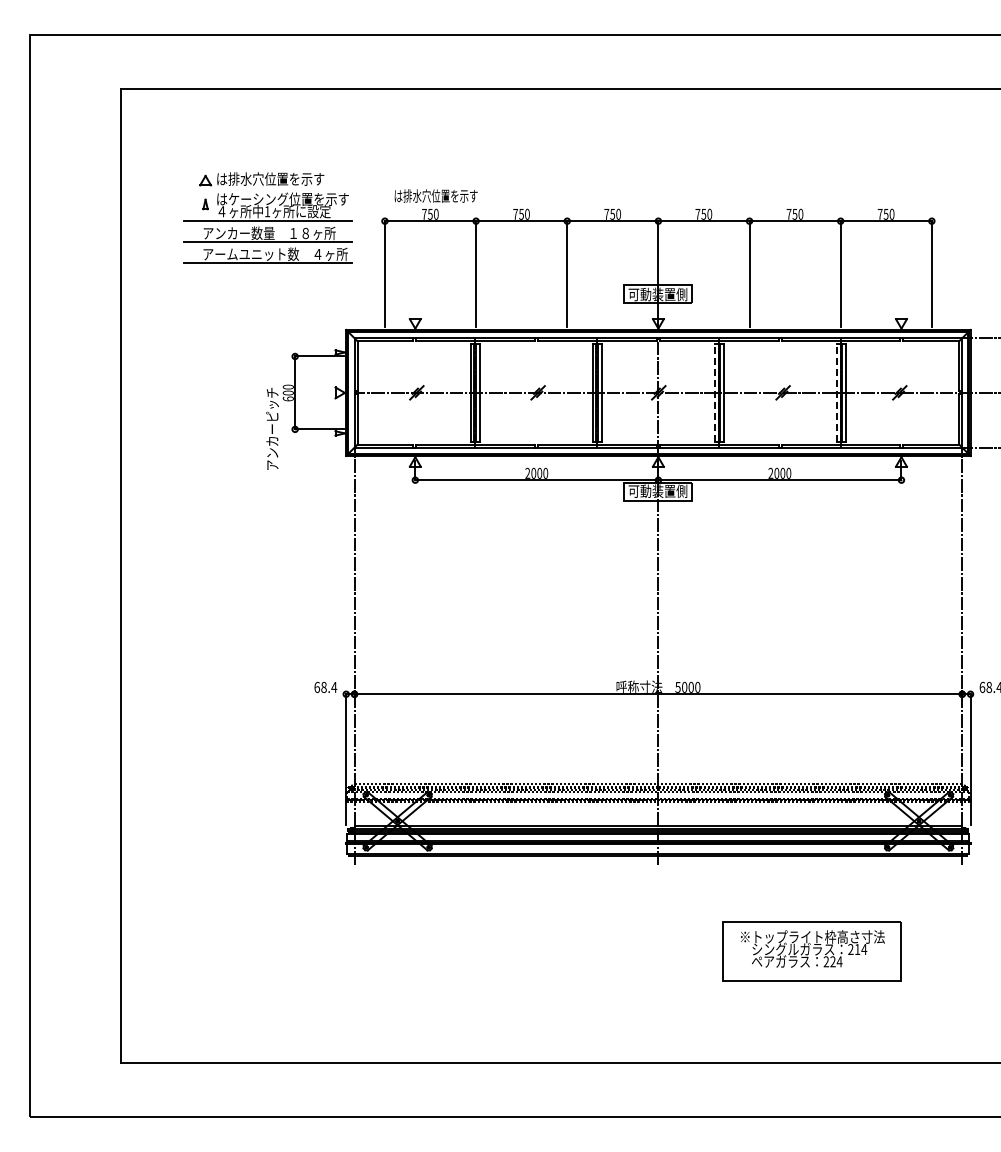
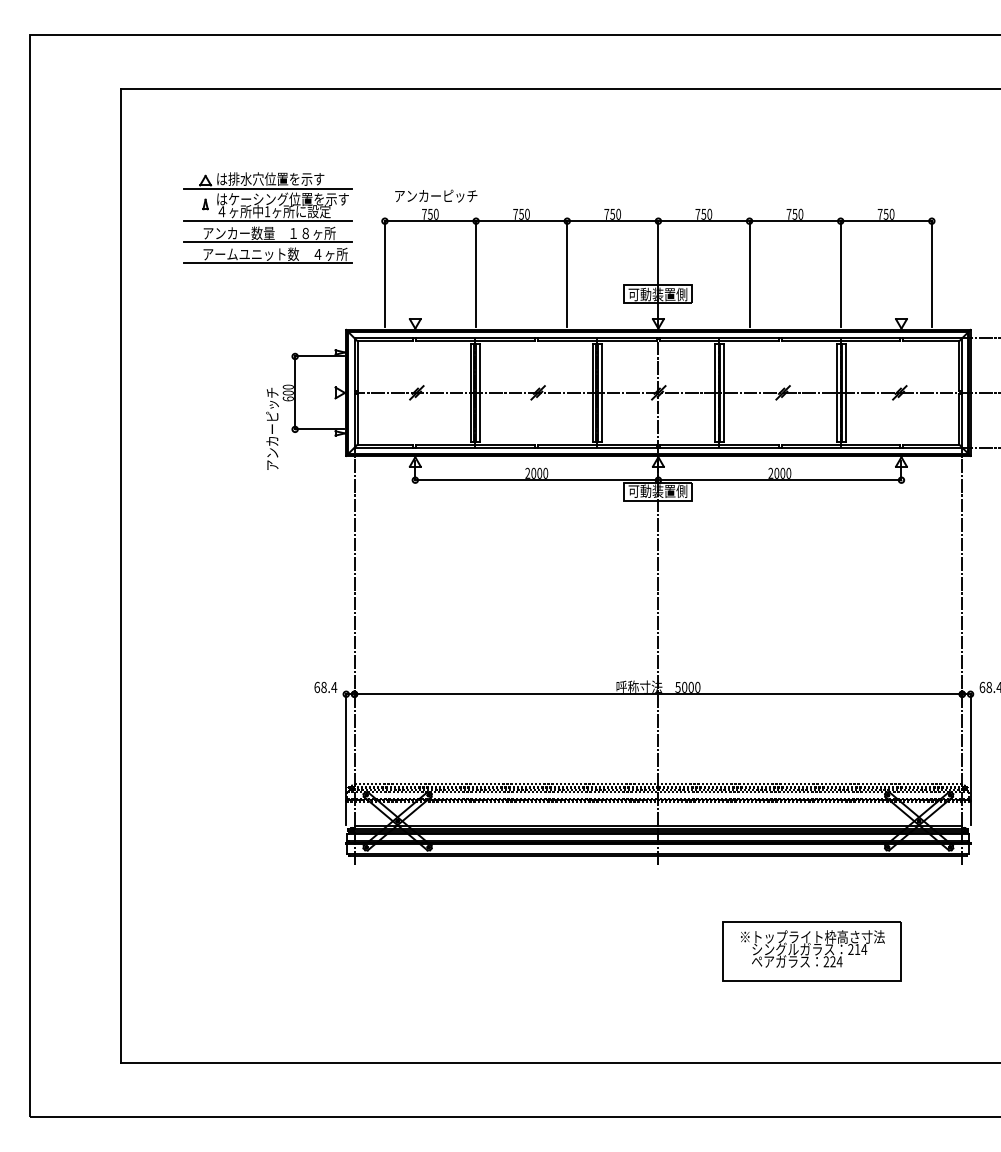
line at (267, 188): none -> present
text at (435, 195): は排水穴位置を示す -> アンカーピッチ
line at (714, 392): dashed -> solid
line at (836, 392): dashed -> solid
